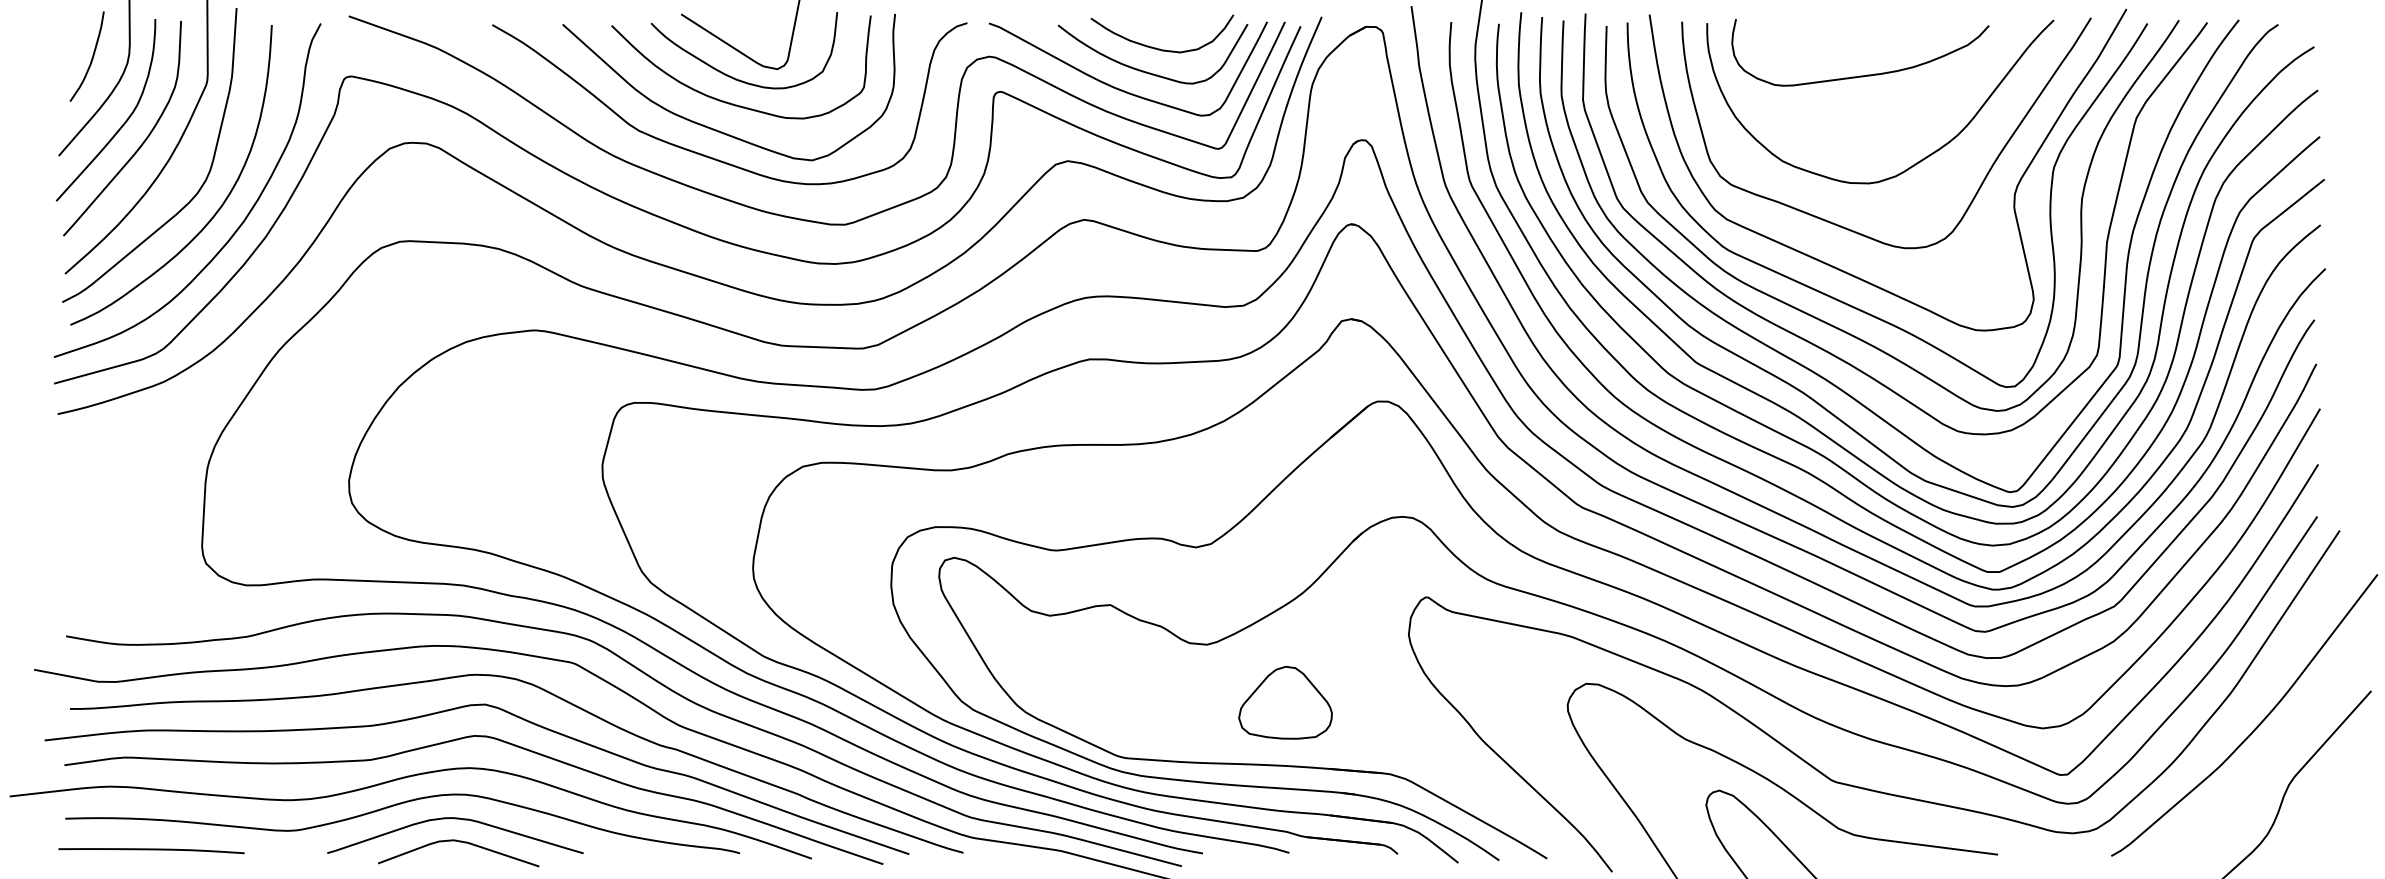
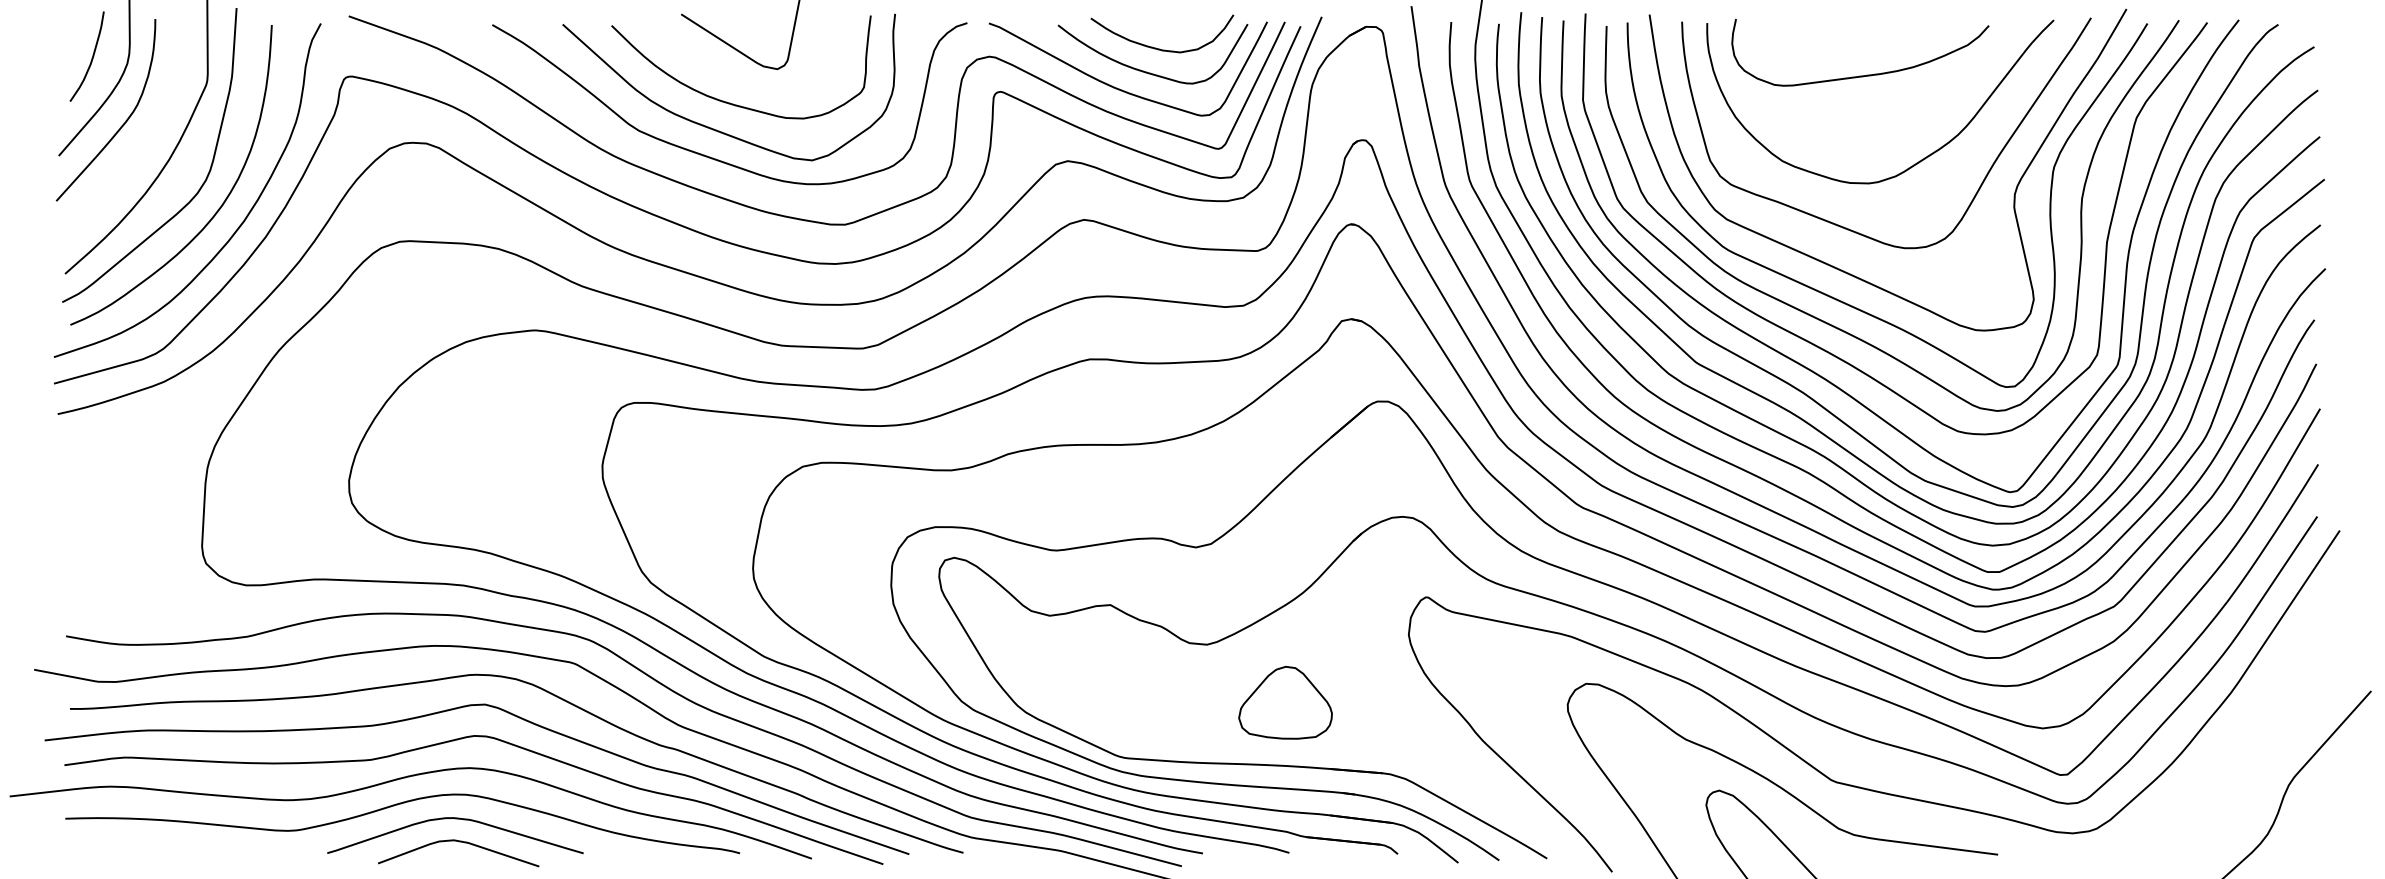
curve at (732, 76): present -> none
curve at (141, 143): present -> none
curve at (2256, 726): present -> none
curve at (151, 850): present -> none
